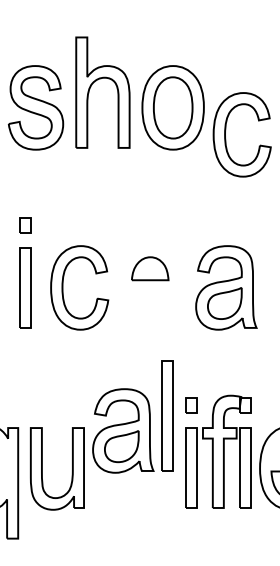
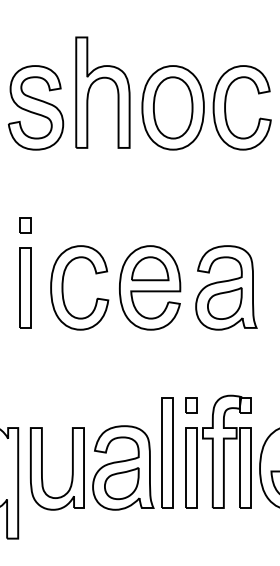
part at (226, 130) position: (226, 130) -> (226, 103)
part at (150, 287): none -> present
part at (132, 416) position: (132, 416) -> (132, 453)
